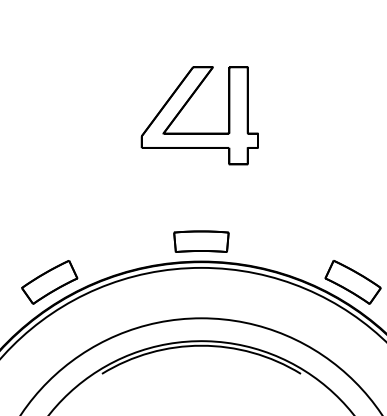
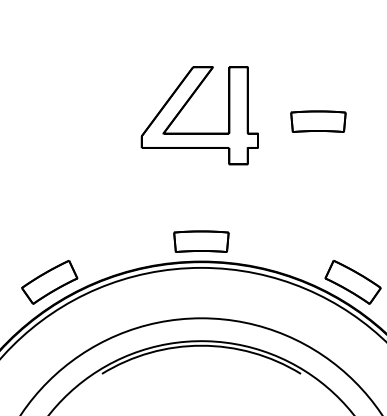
part at (318, 121): none -> present
